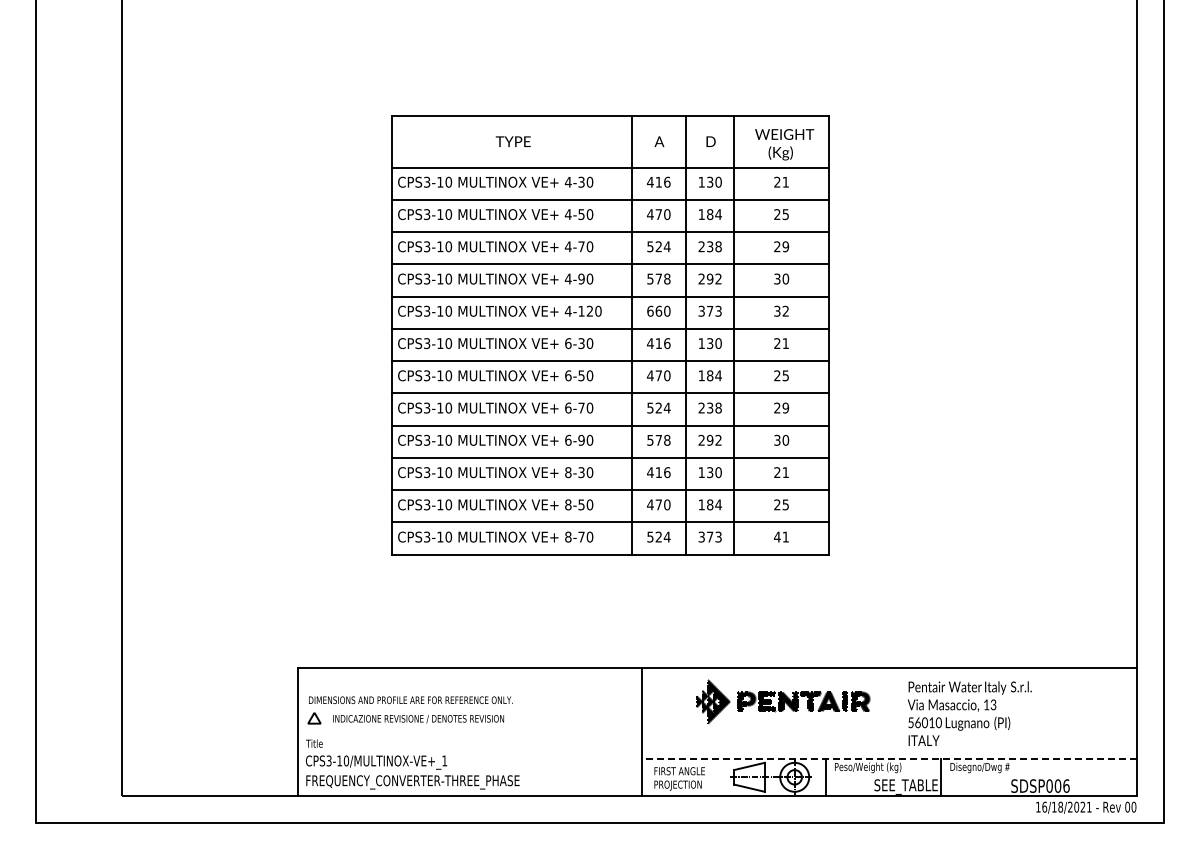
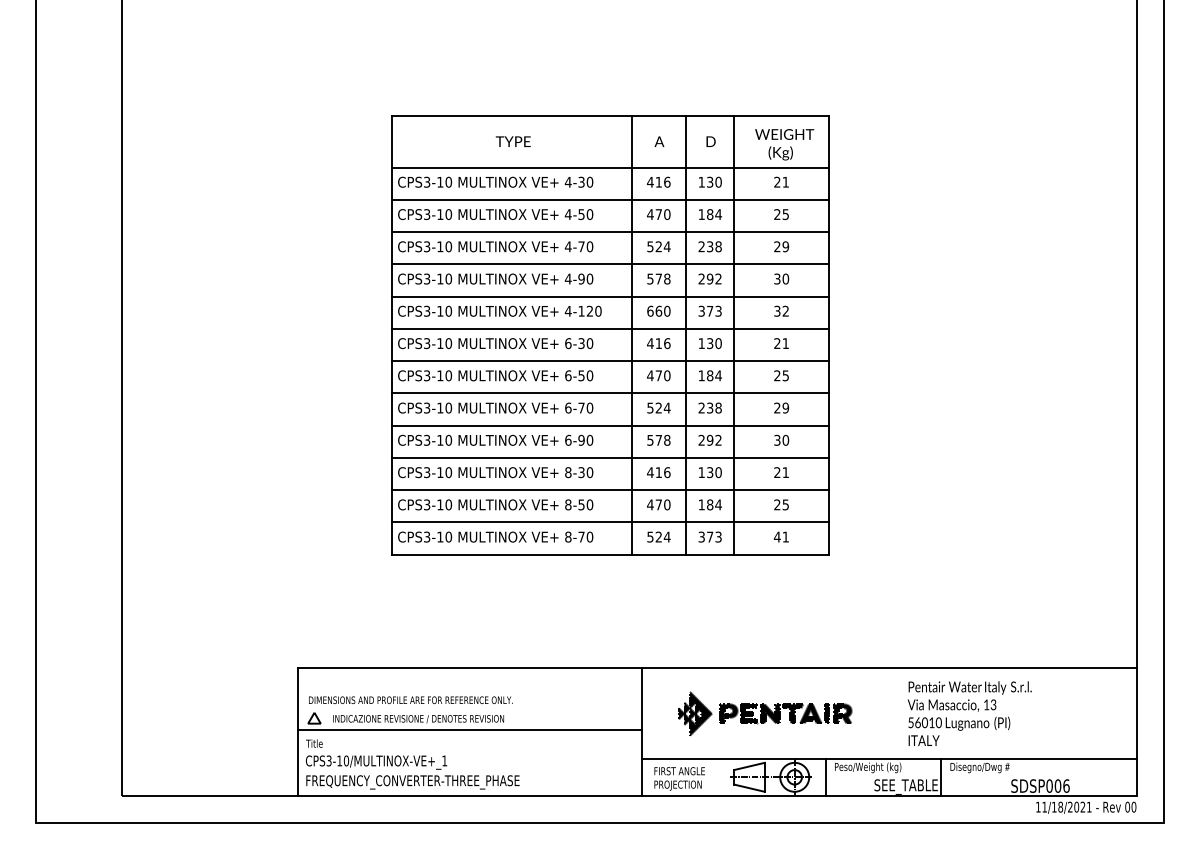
part at (783, 701) position: (783, 701) -> (765, 713)
line at (469, 729): none -> present
line at (889, 758): dashed -> solid
text at (1044, 806): 16/18/2021 -> 11/18/2021
